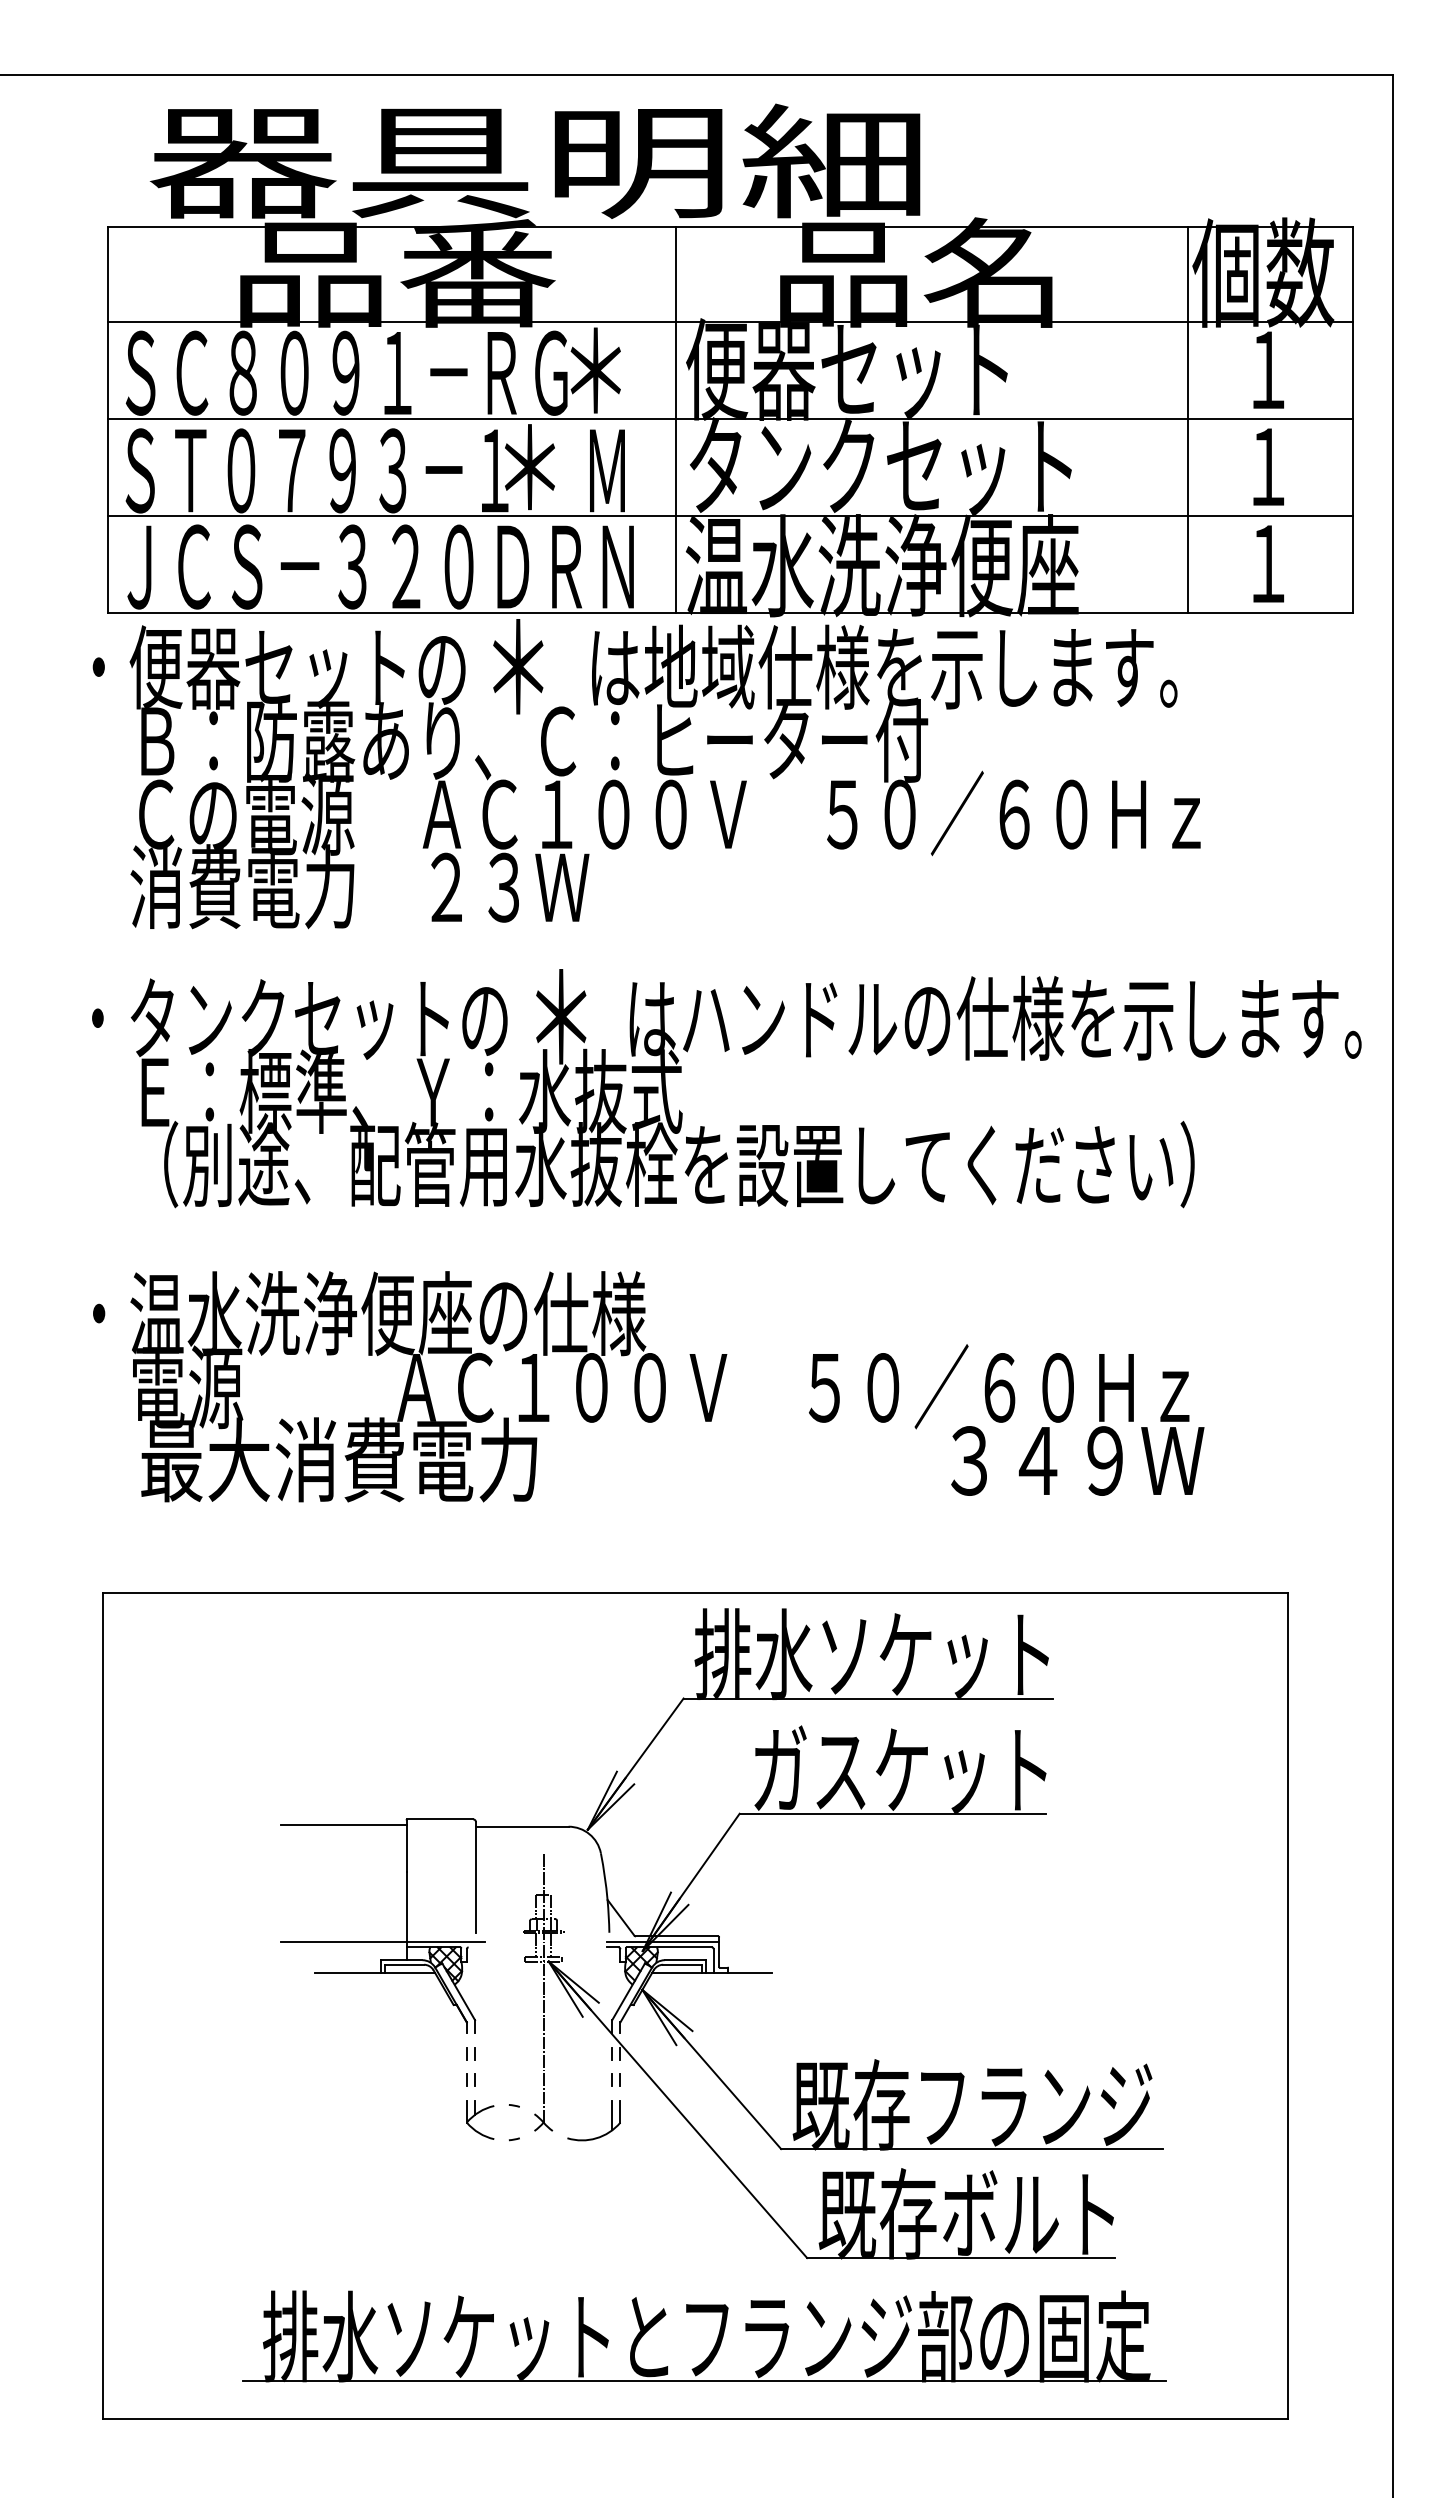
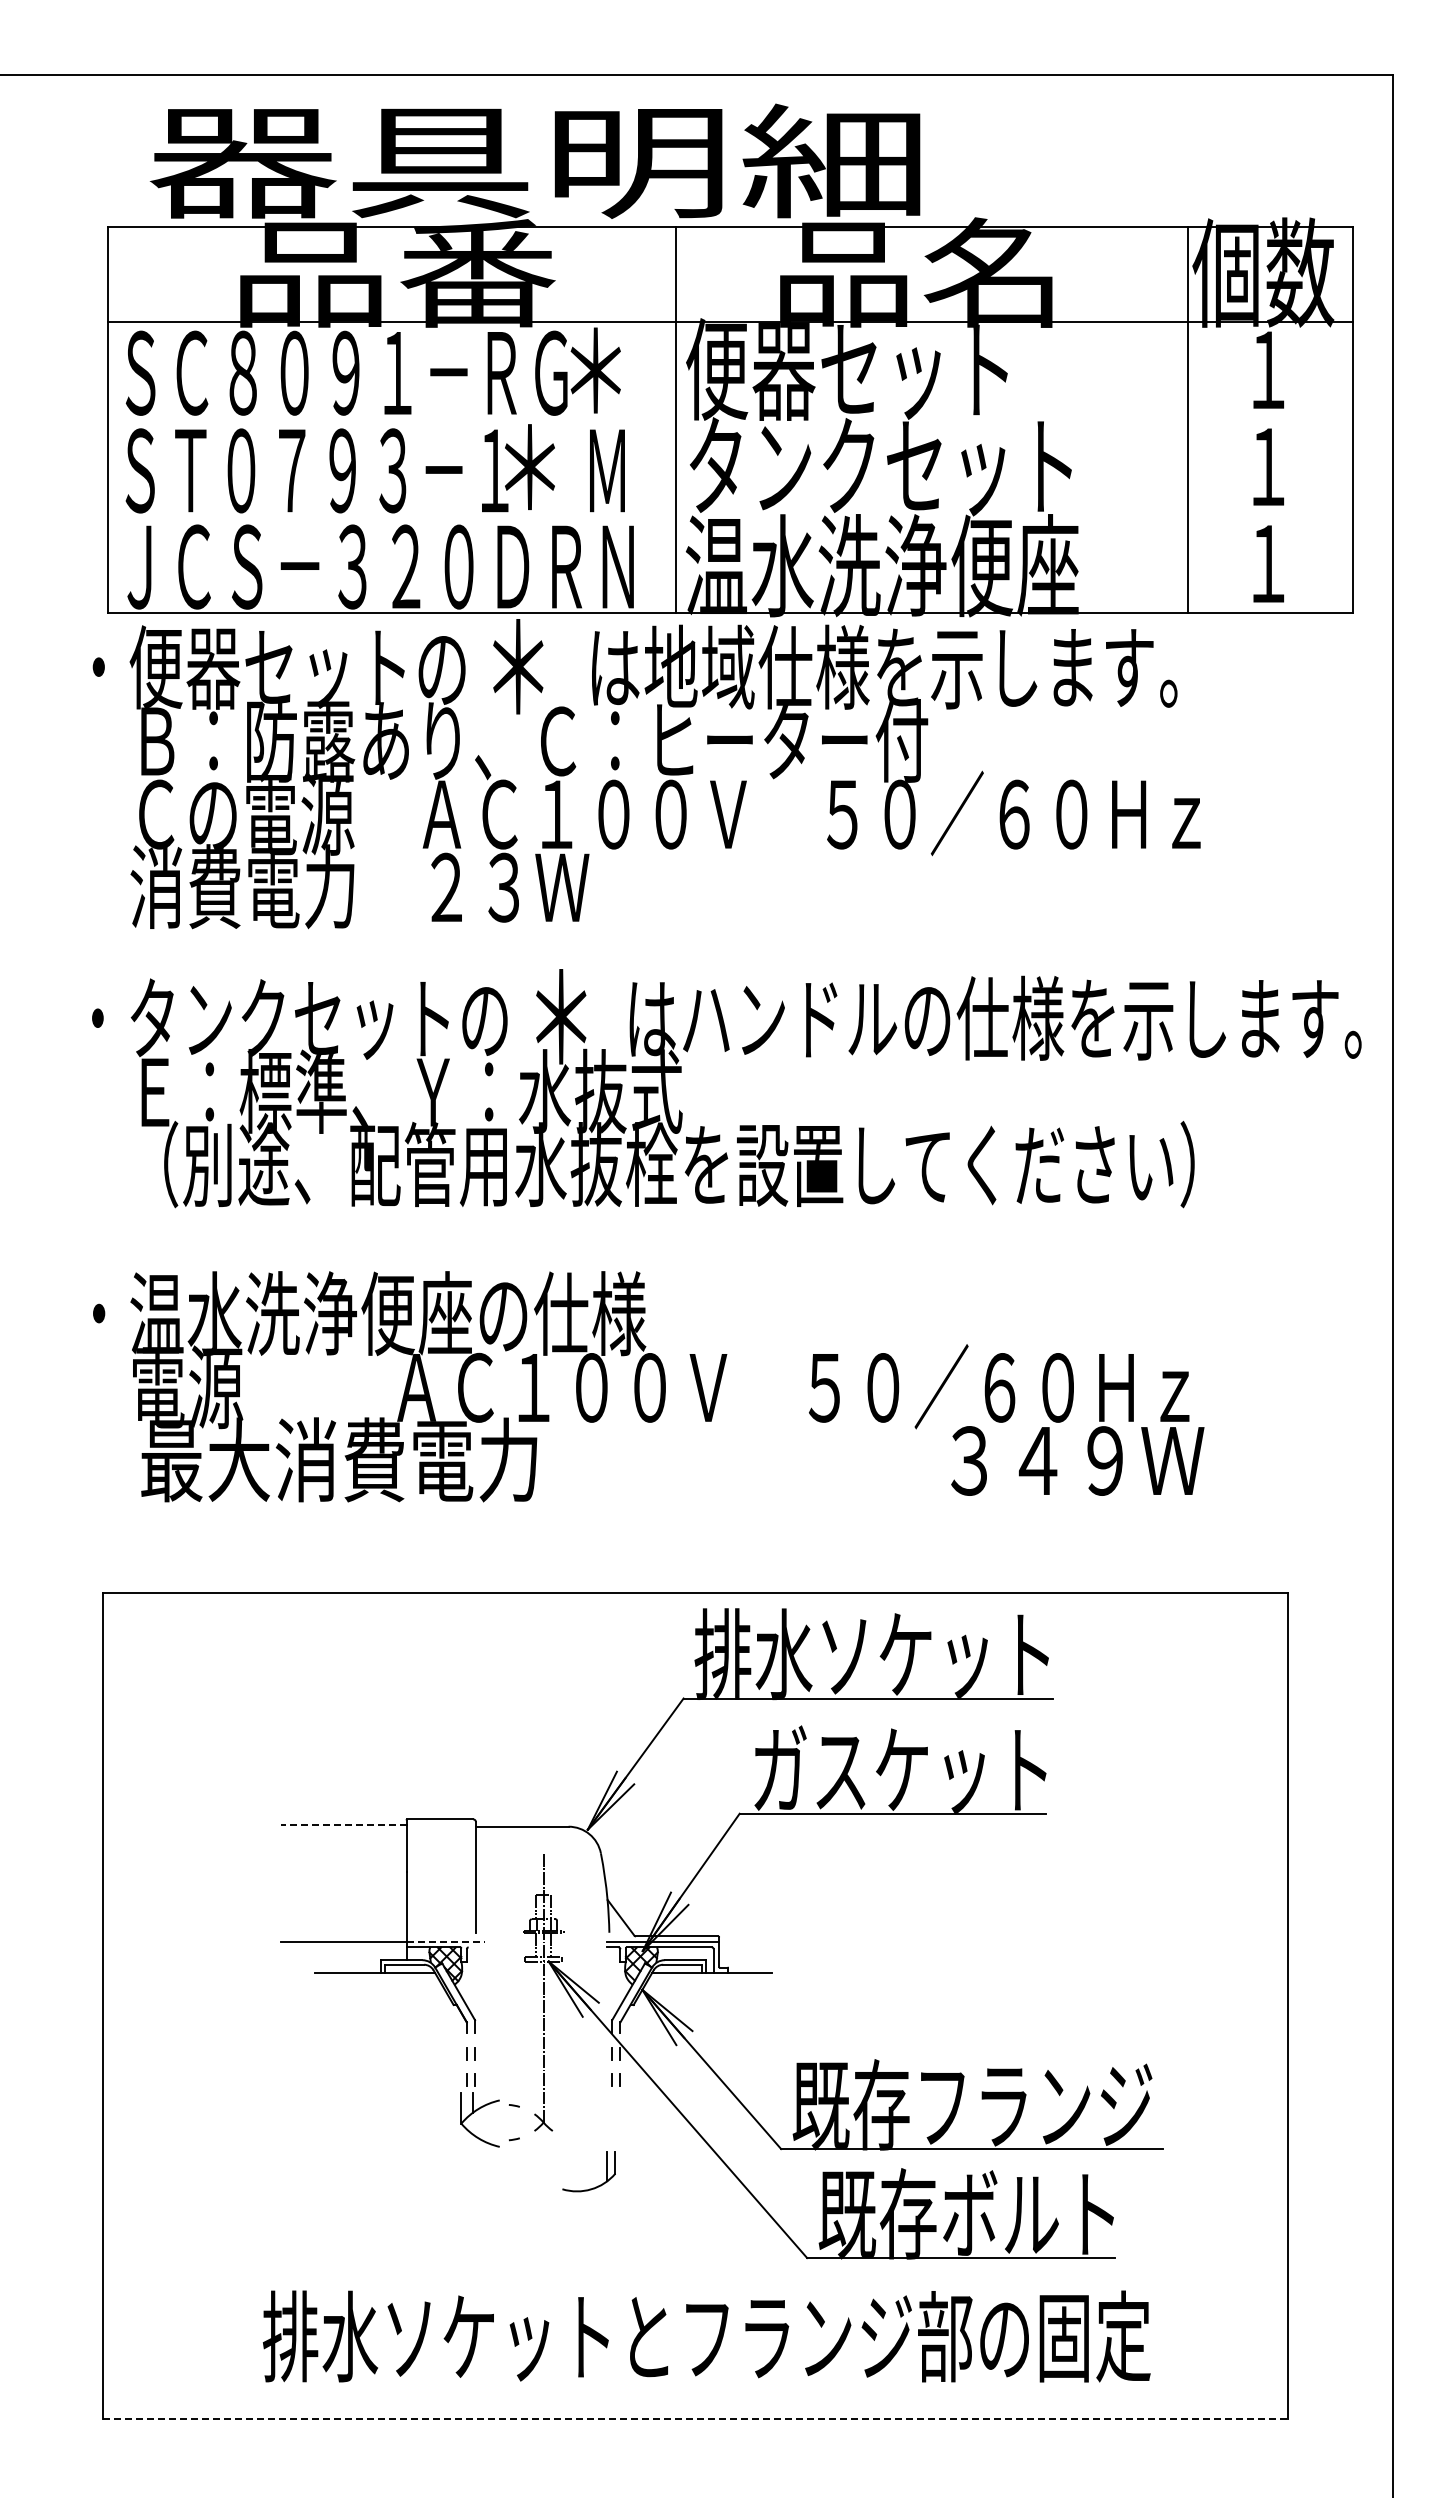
line at (729, 418): present -> none
line at (729, 515): present -> none
line at (343, 1824): solid -> dashed
line at (446, 1941): solid -> dashed
part at (480, 2119) size: 29x40 px -> 40x56 px
part at (600, 2135) position: (600, 2135) -> (595, 2186)
line at (704, 2380): present -> none
line at (695, 2419): solid -> dashed
